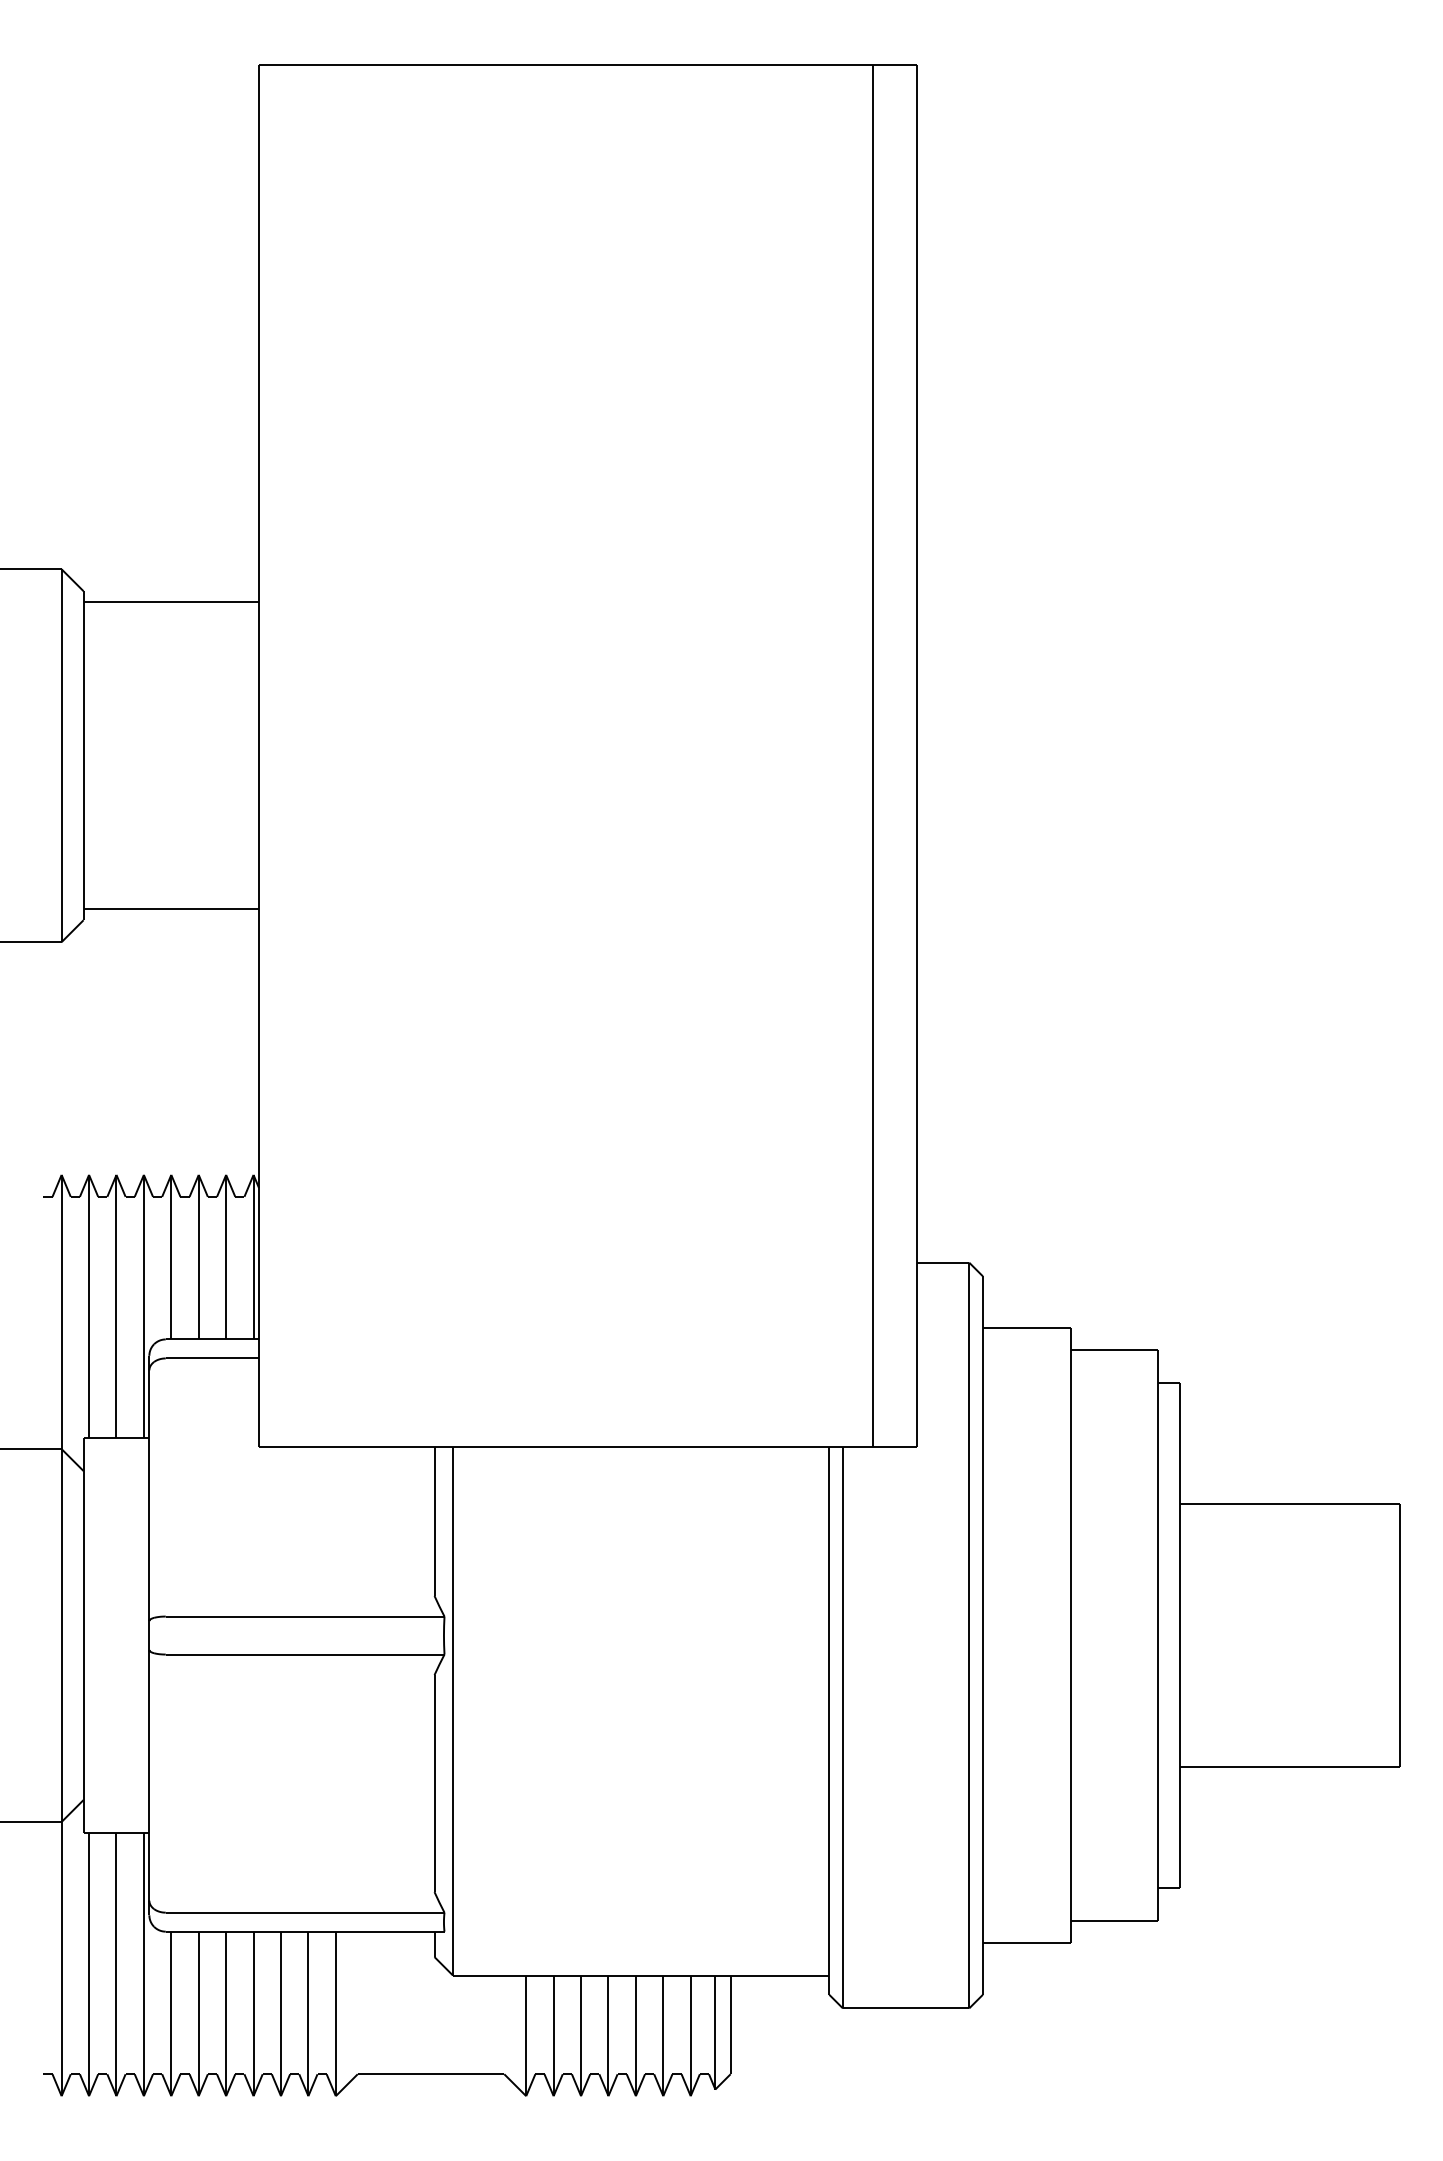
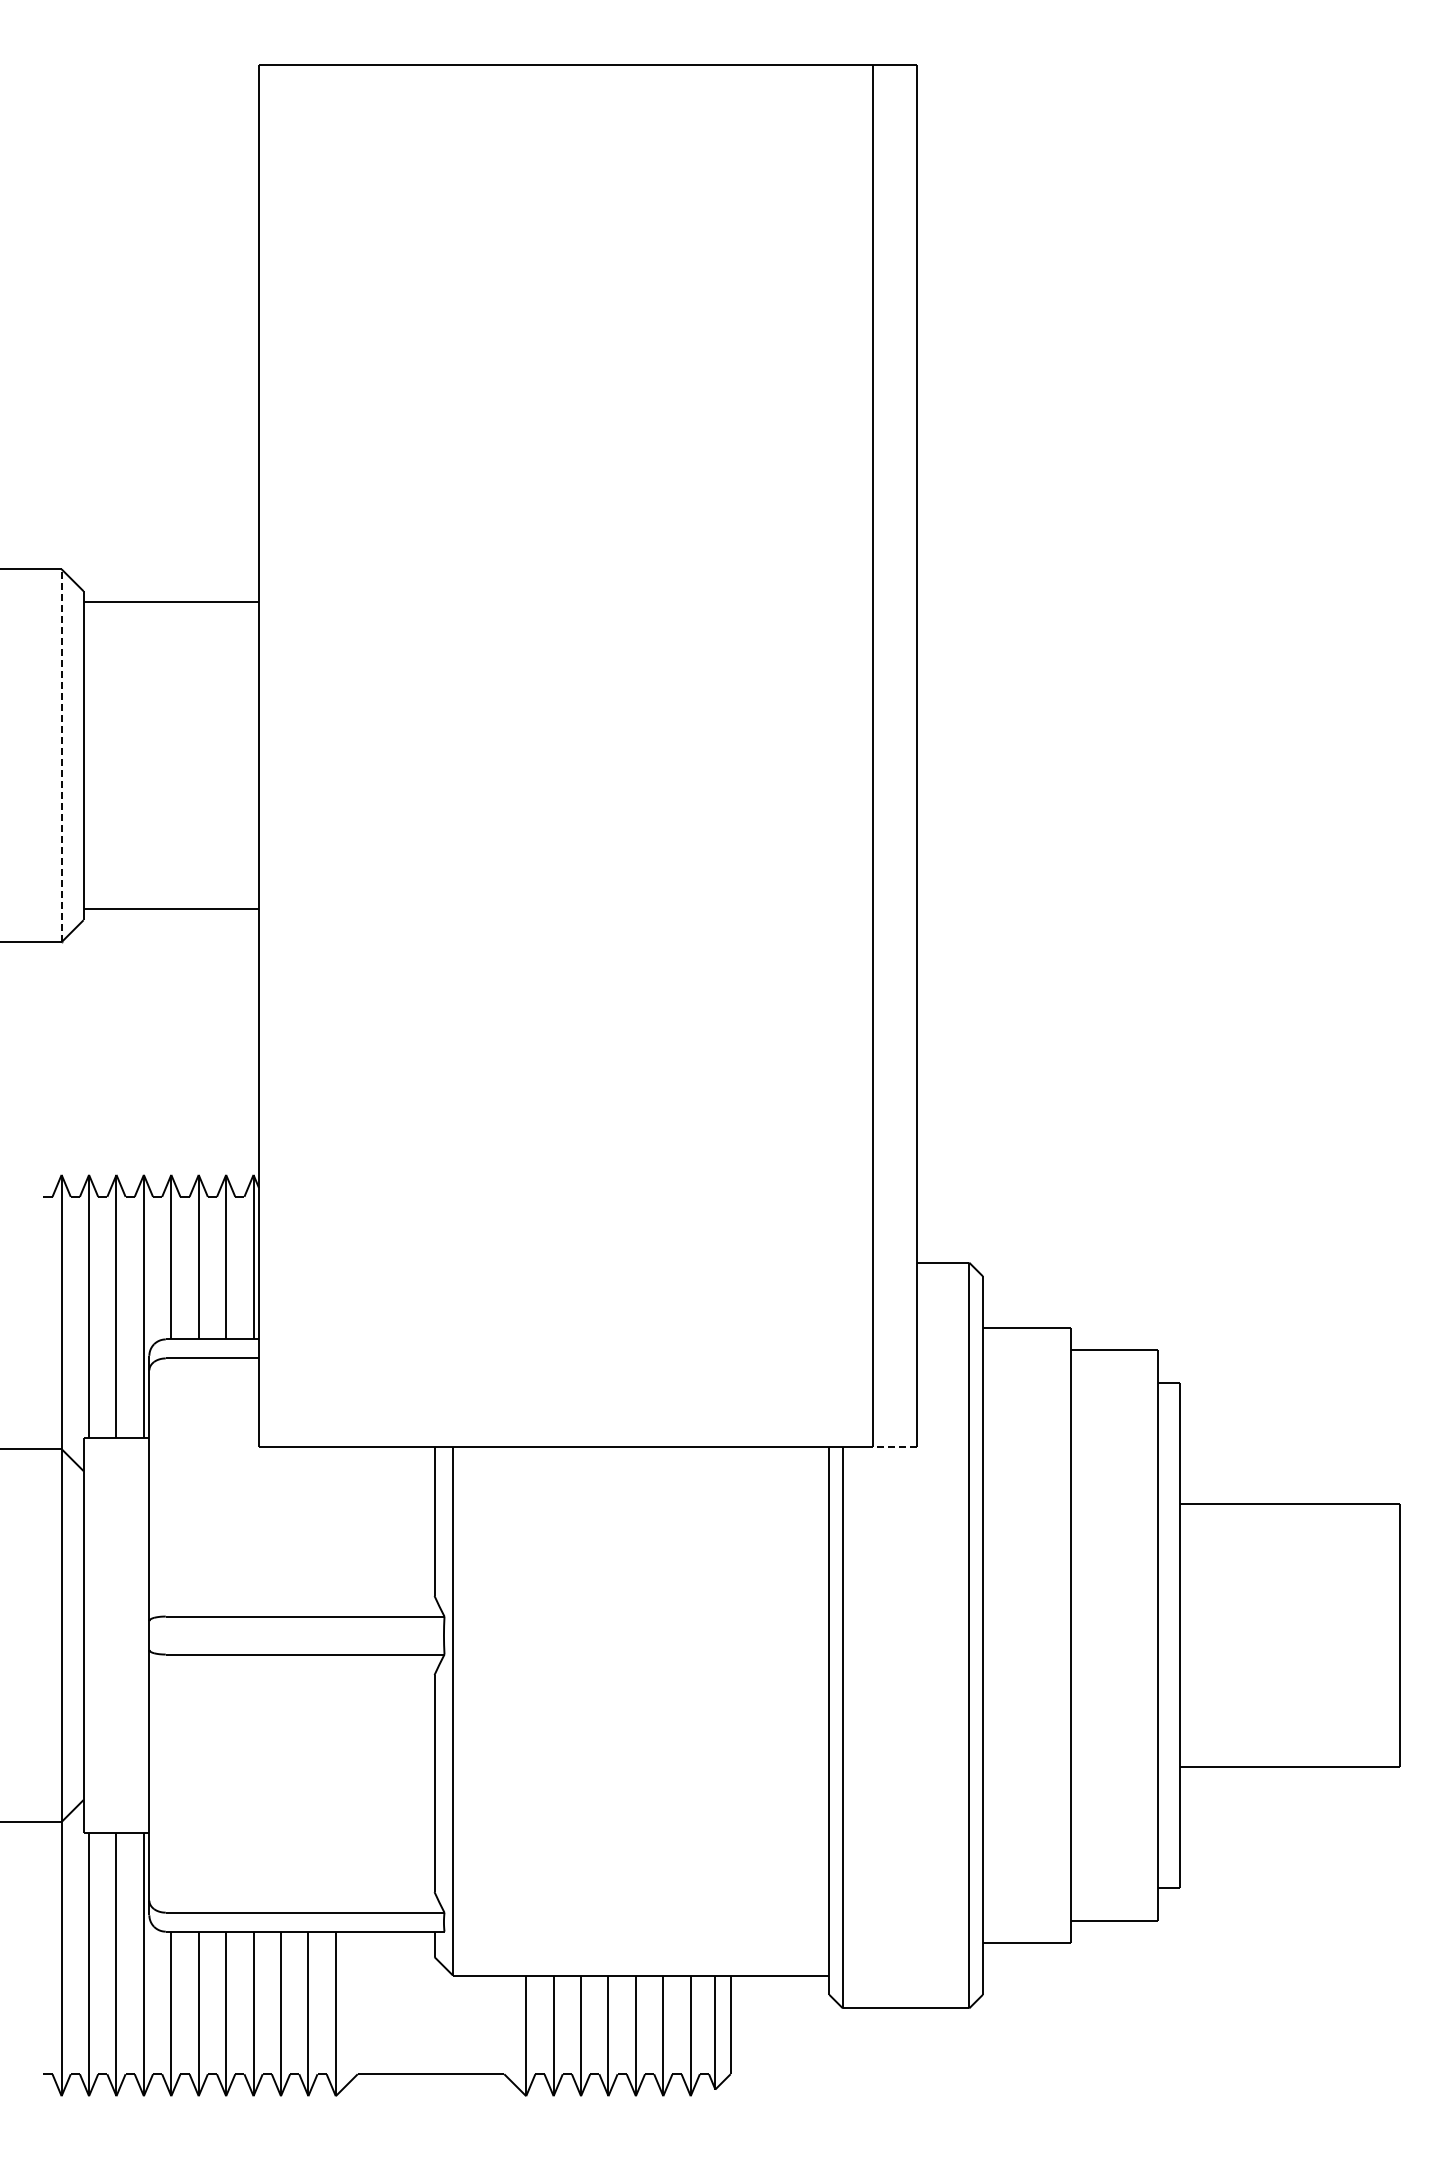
line at (61, 756): solid -> dashed
line at (895, 1446): solid -> dashed
